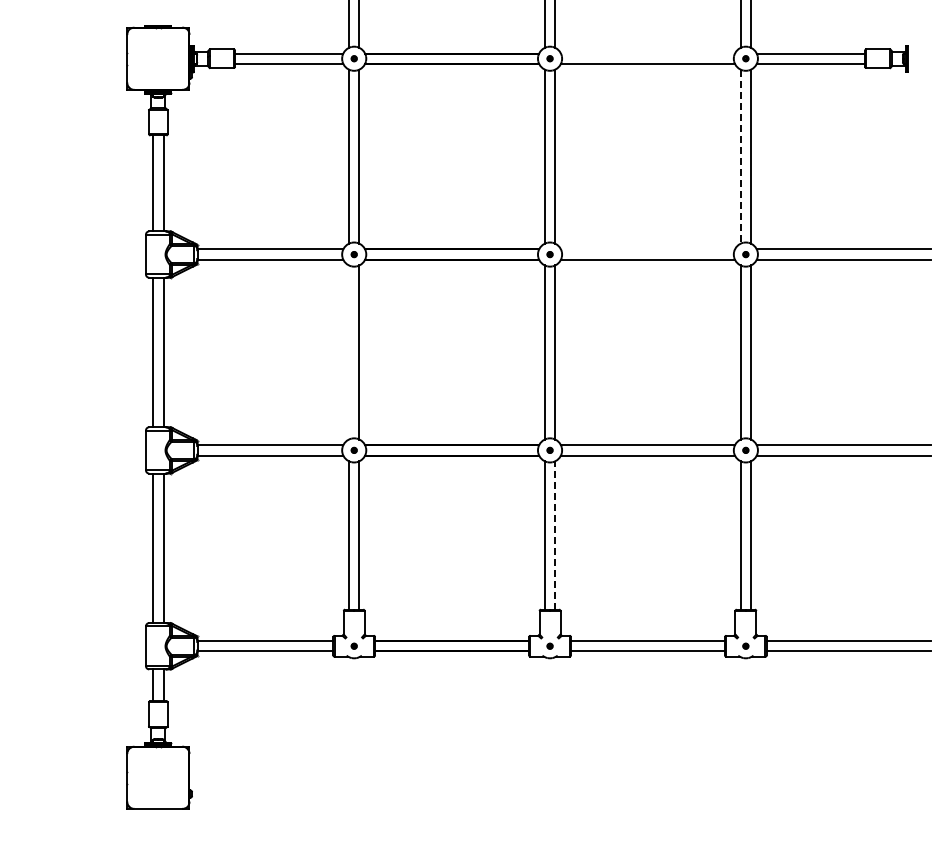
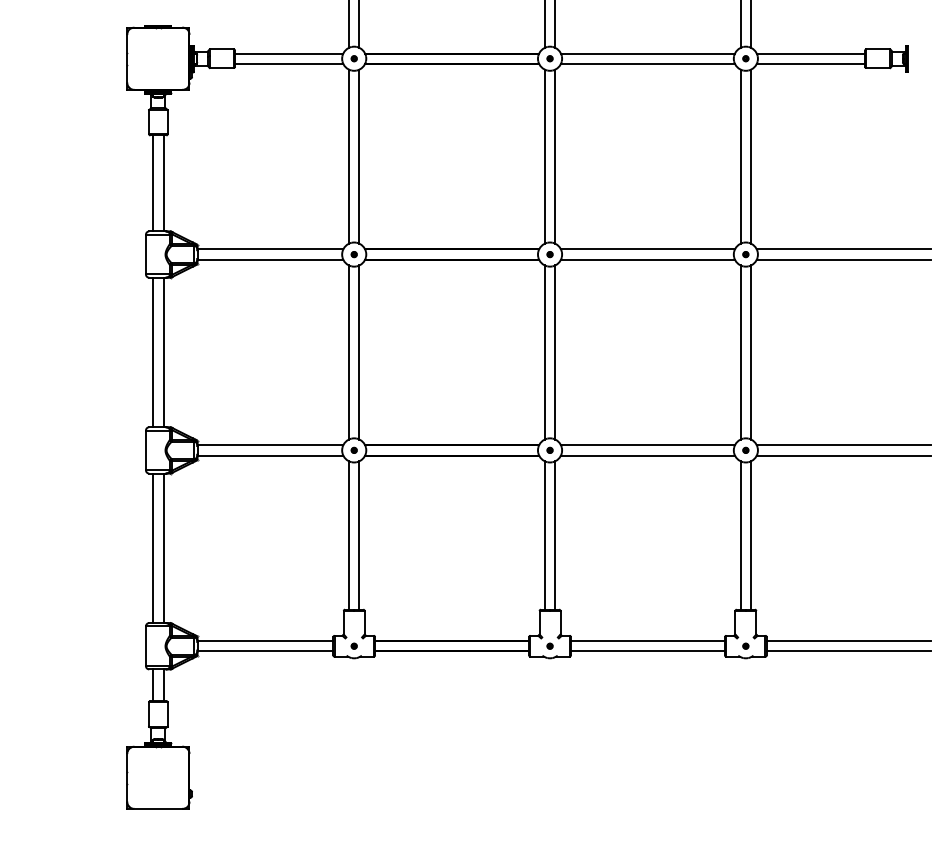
line at (647, 53): none -> present
line at (740, 157): dashed -> solid
line at (647, 249): none -> present
line at (349, 352): none -> present
line at (555, 535): dashed -> solid
